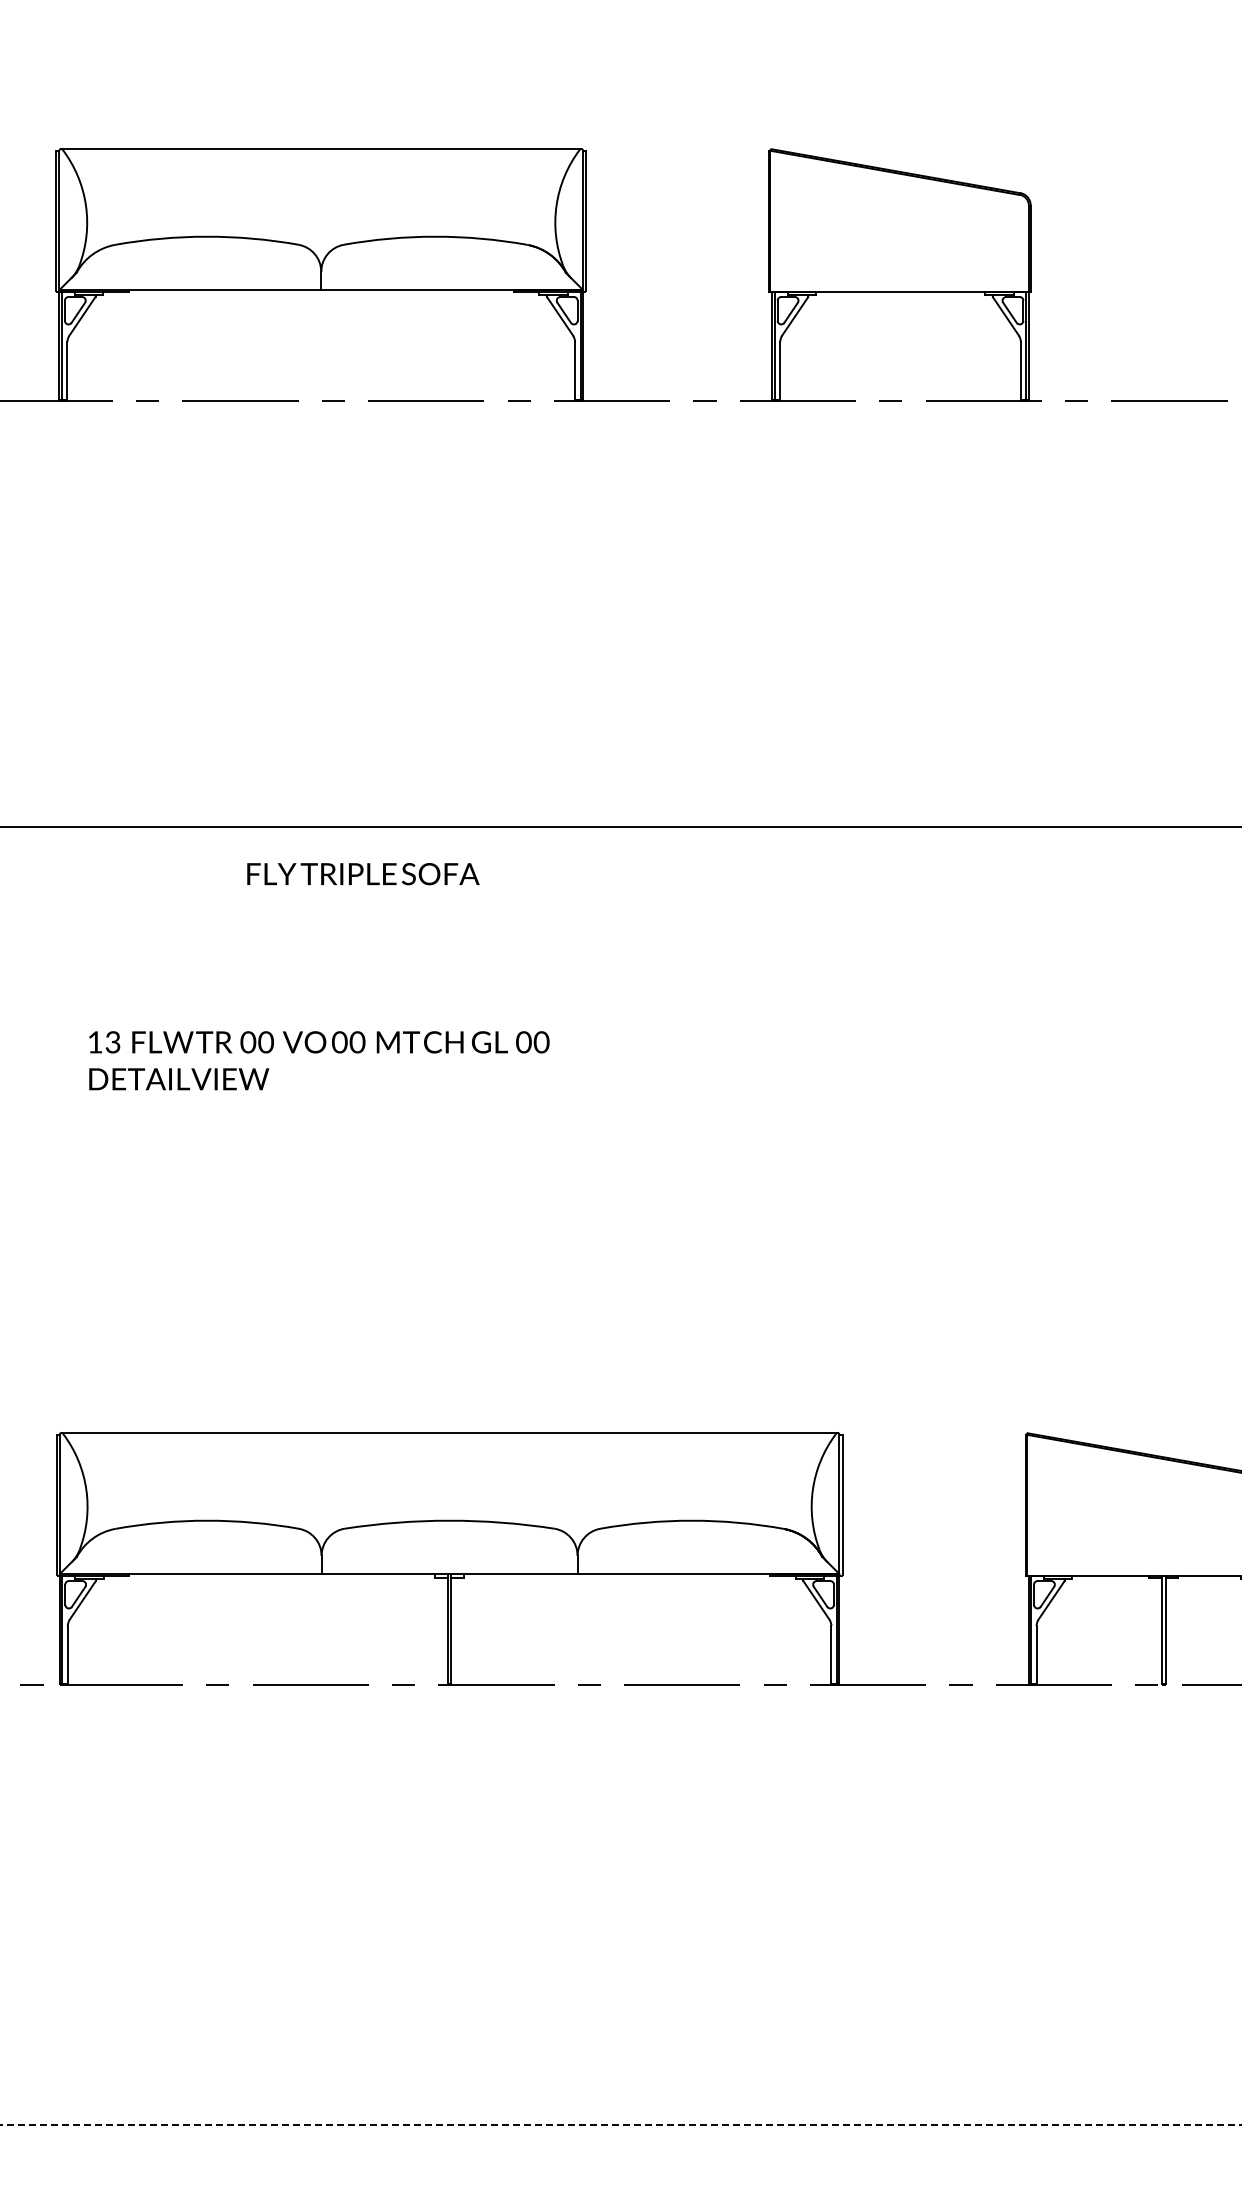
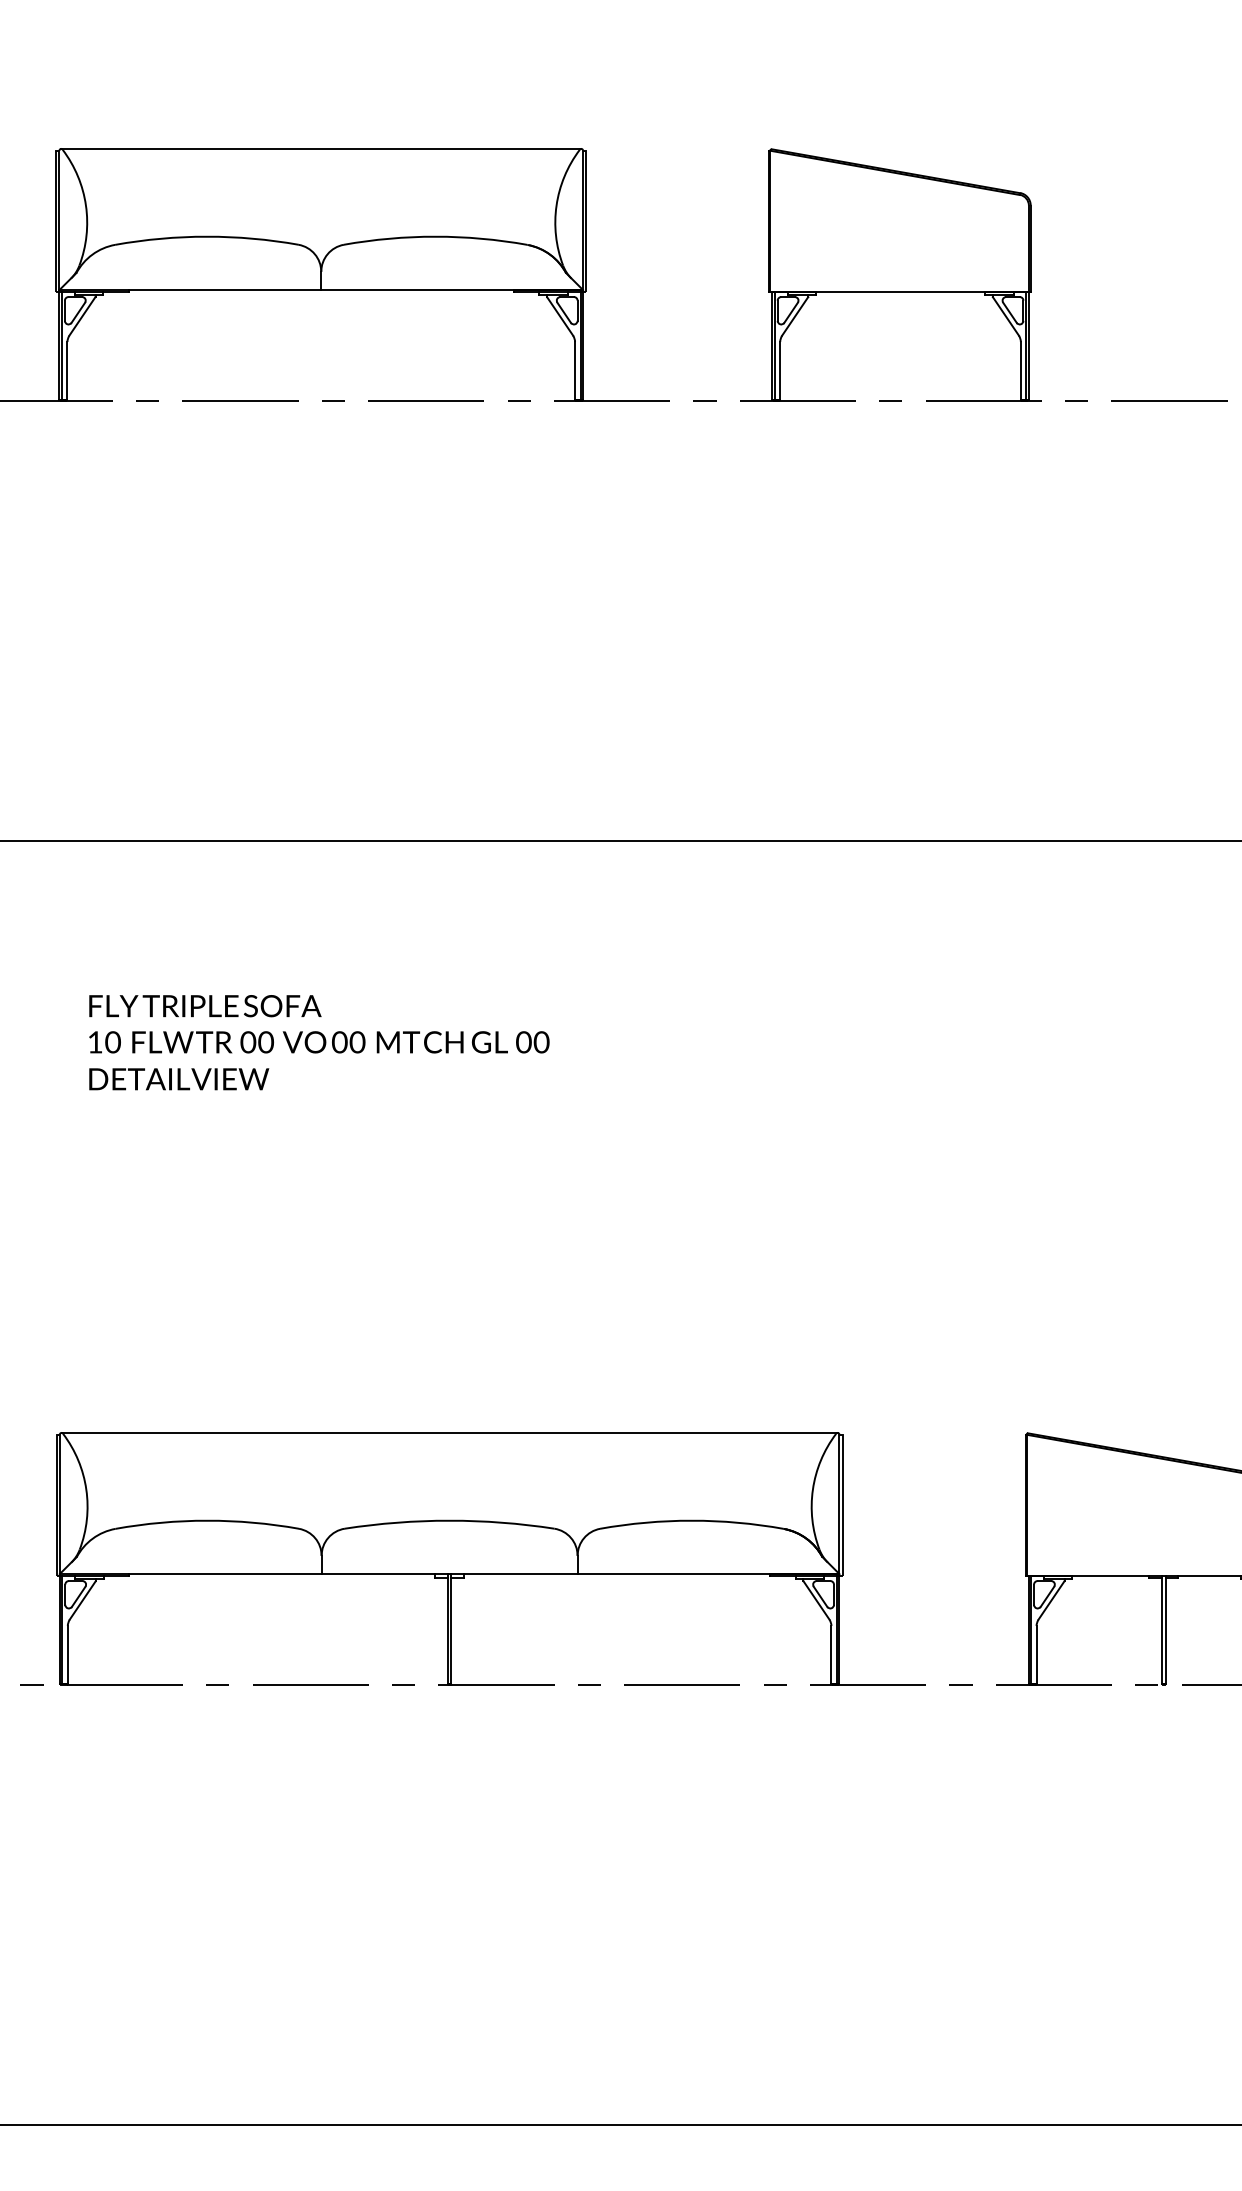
line at (620, 826) position: (620, 826) -> (620, 840)
text at (363, 874) position: (363, 874) -> (205, 1006)
text at (112, 1042): 13 -> 10
line at (621, 2125): dashed -> solid
